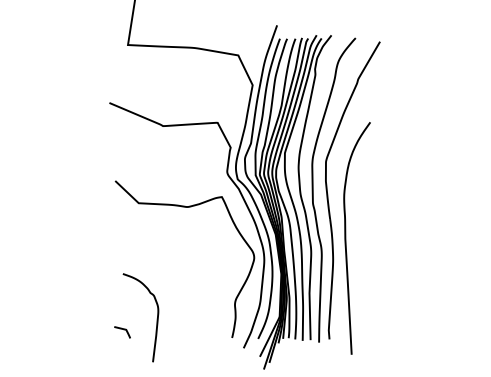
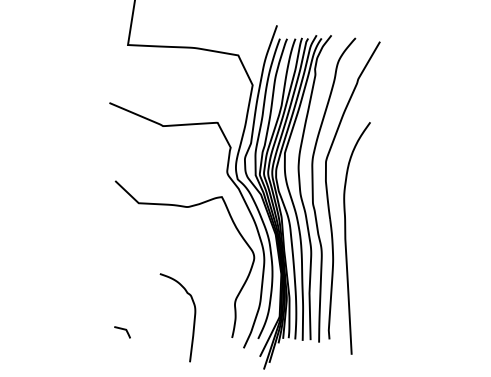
curve at (156, 318) position: (156, 318) -> (193, 318)
